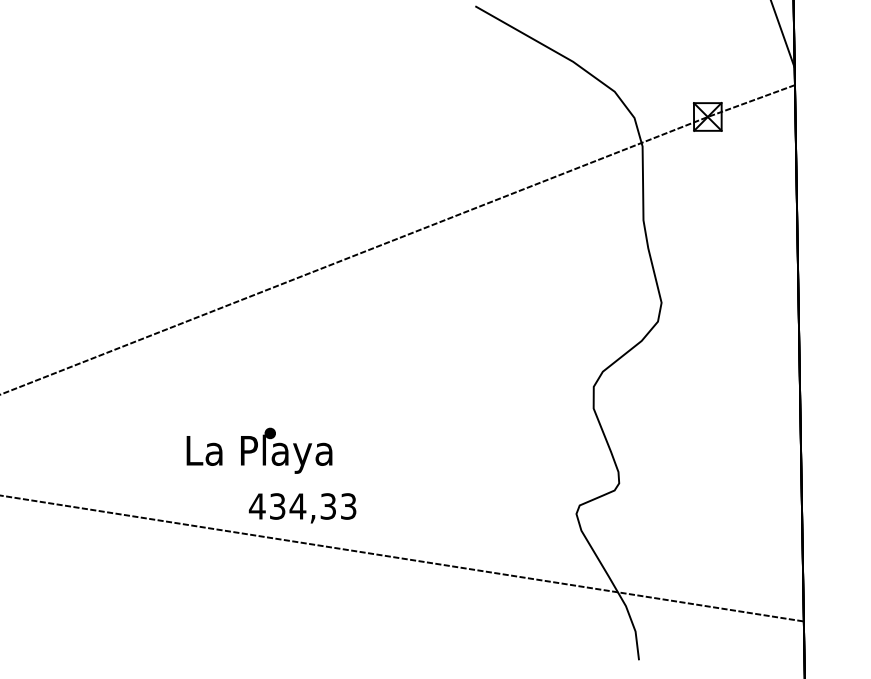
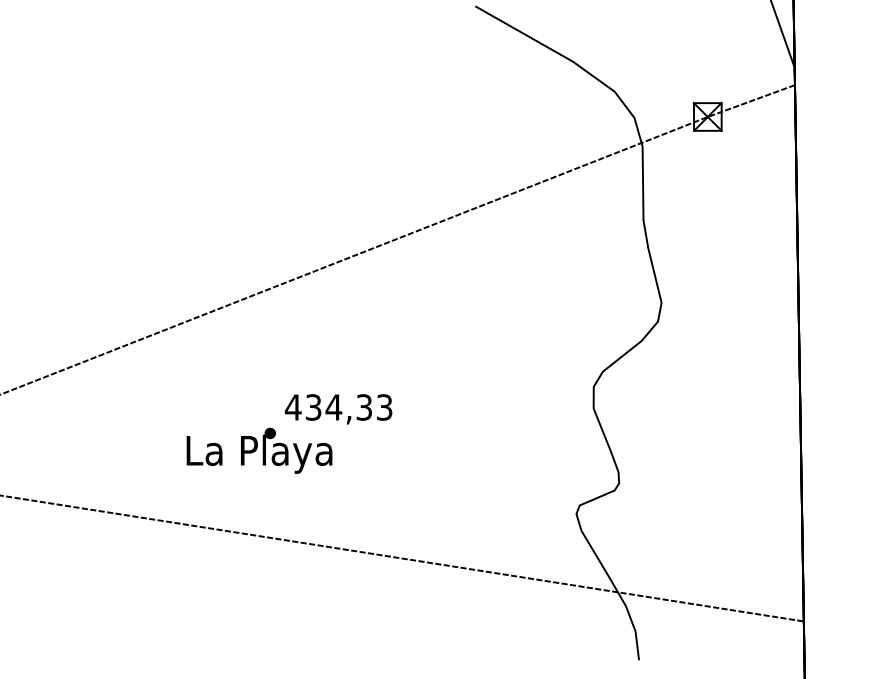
text at (302, 508) position: (302, 508) -> (338, 409)
